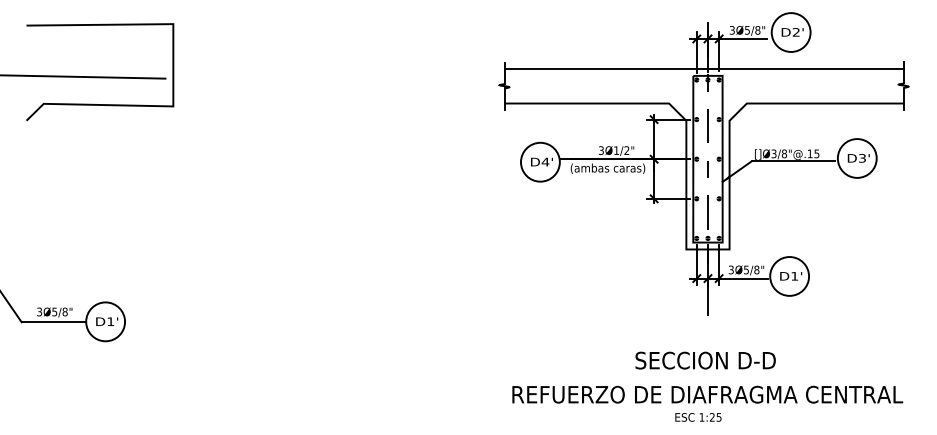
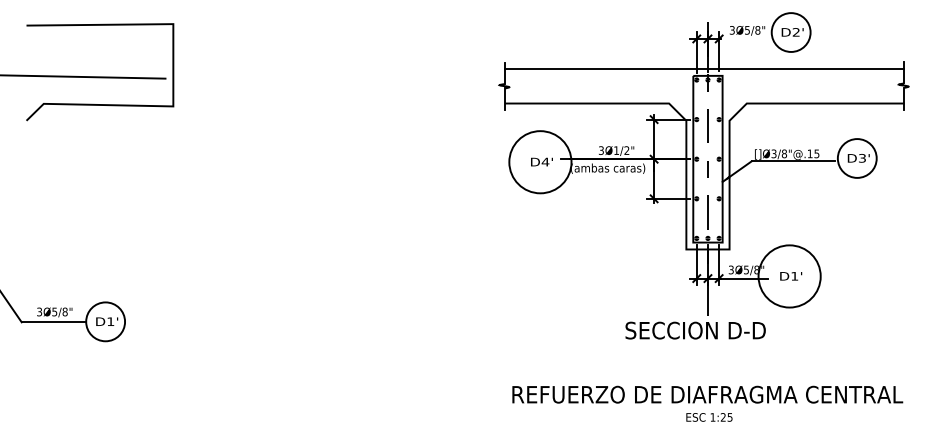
line at (743, 38): present -> none
circle at (540, 161) diameter: 39 px -> 62 px
circle at (789, 276) diameter: 39 px -> 62 px
text at (705, 360) position: (705, 360) -> (695, 330)
text at (698, 417) position: (698, 417) -> (709, 417)
